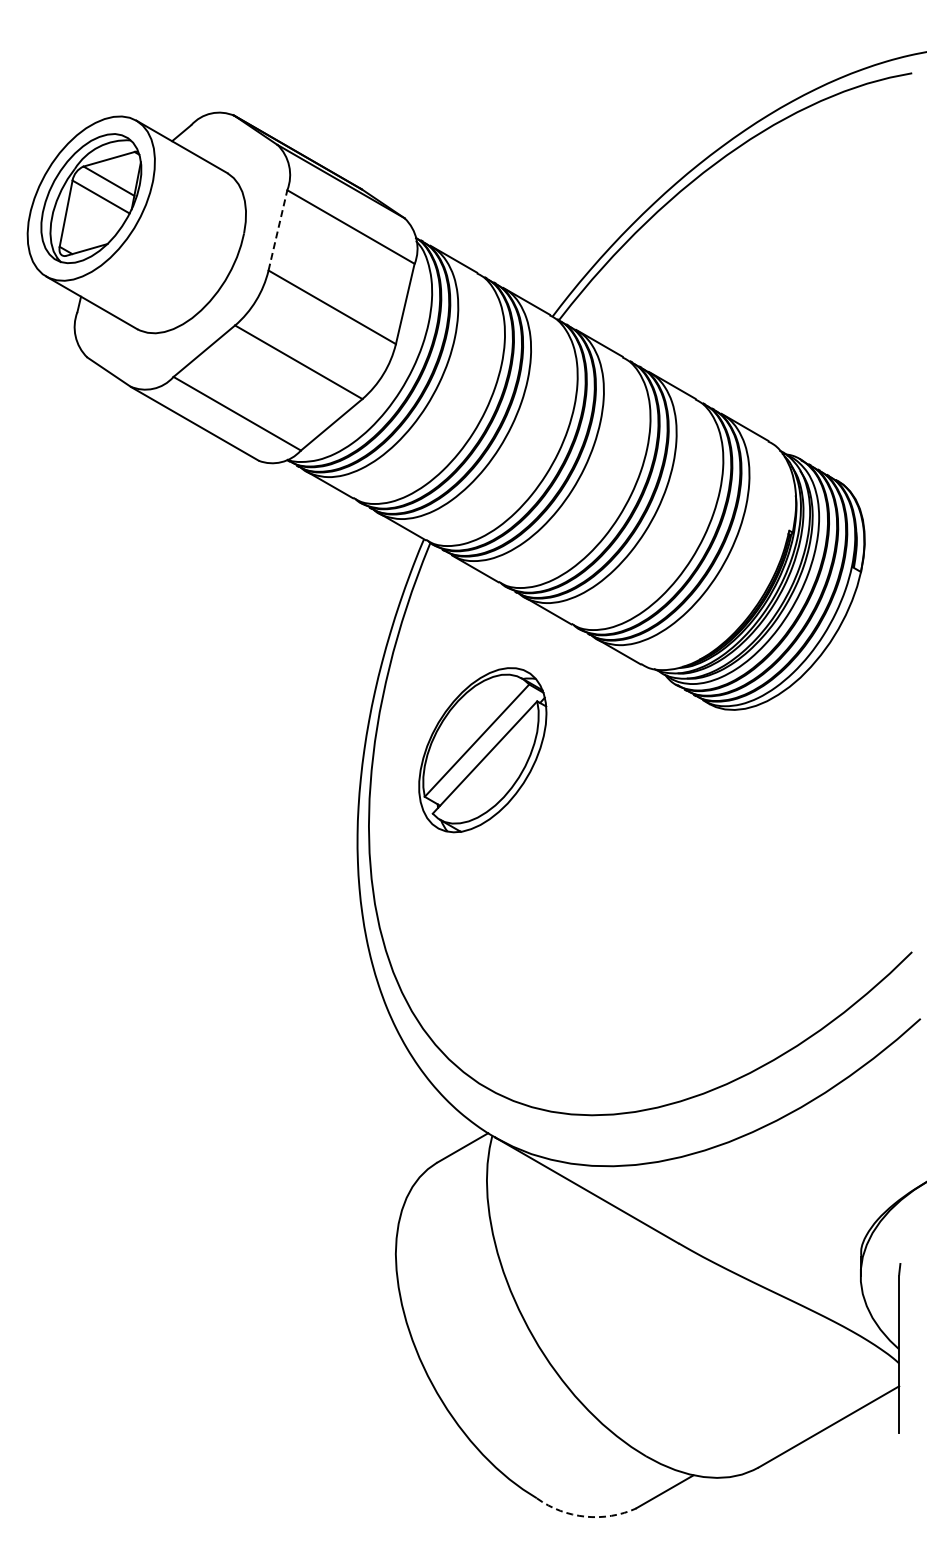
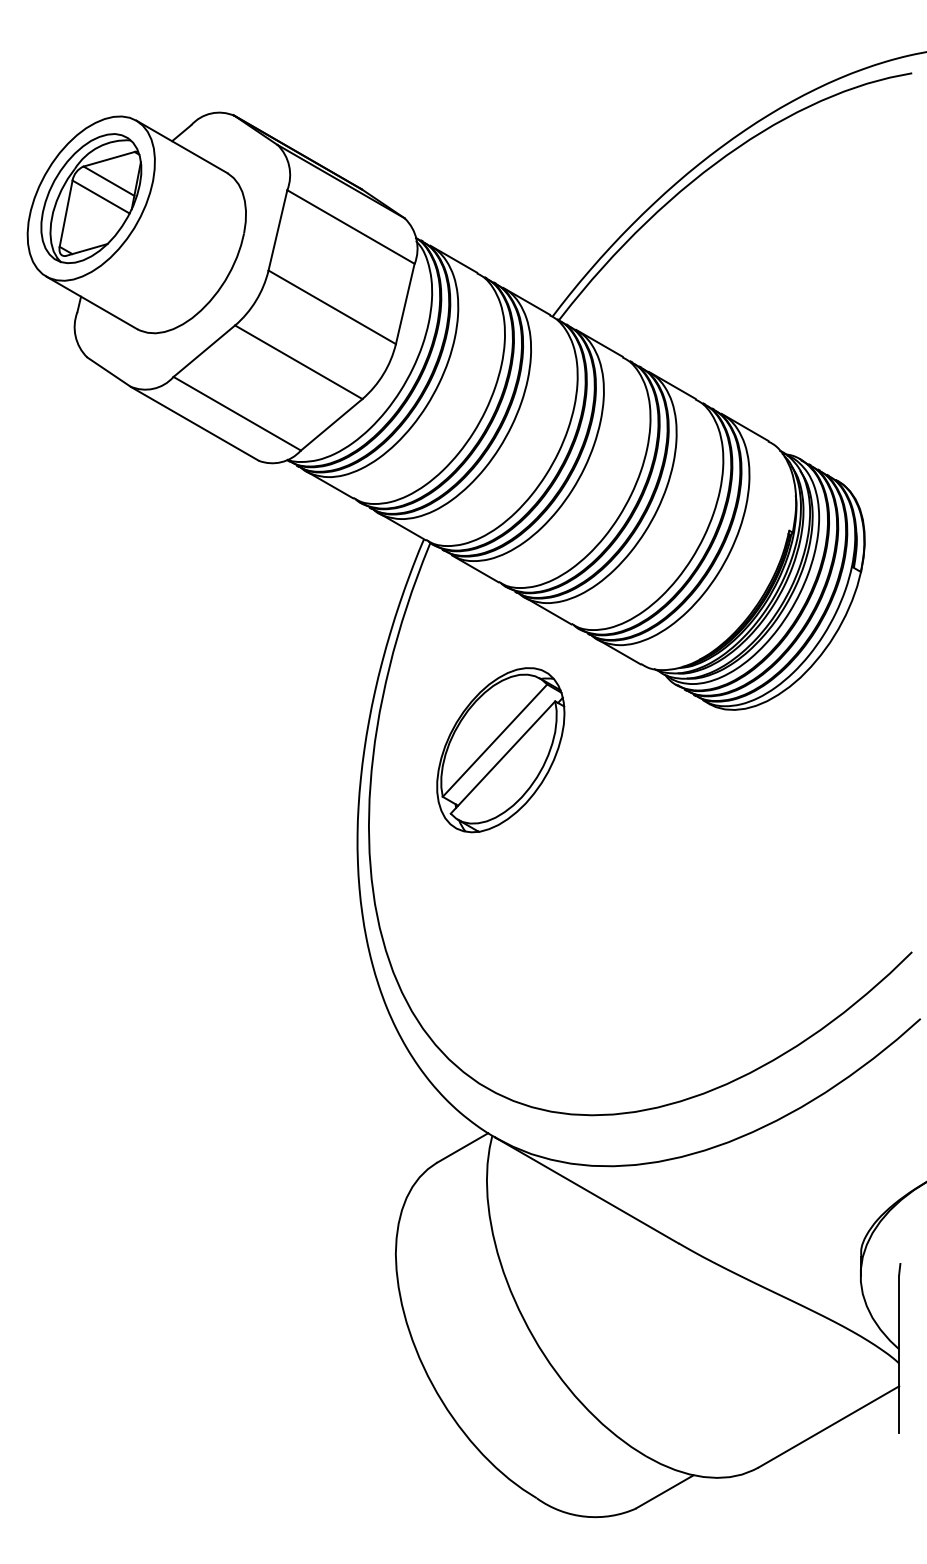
line at (278, 229): dashed -> solid
part at (482, 750) position: (482, 750) -> (500, 750)
arc at (585, 1516): dashed -> solid
